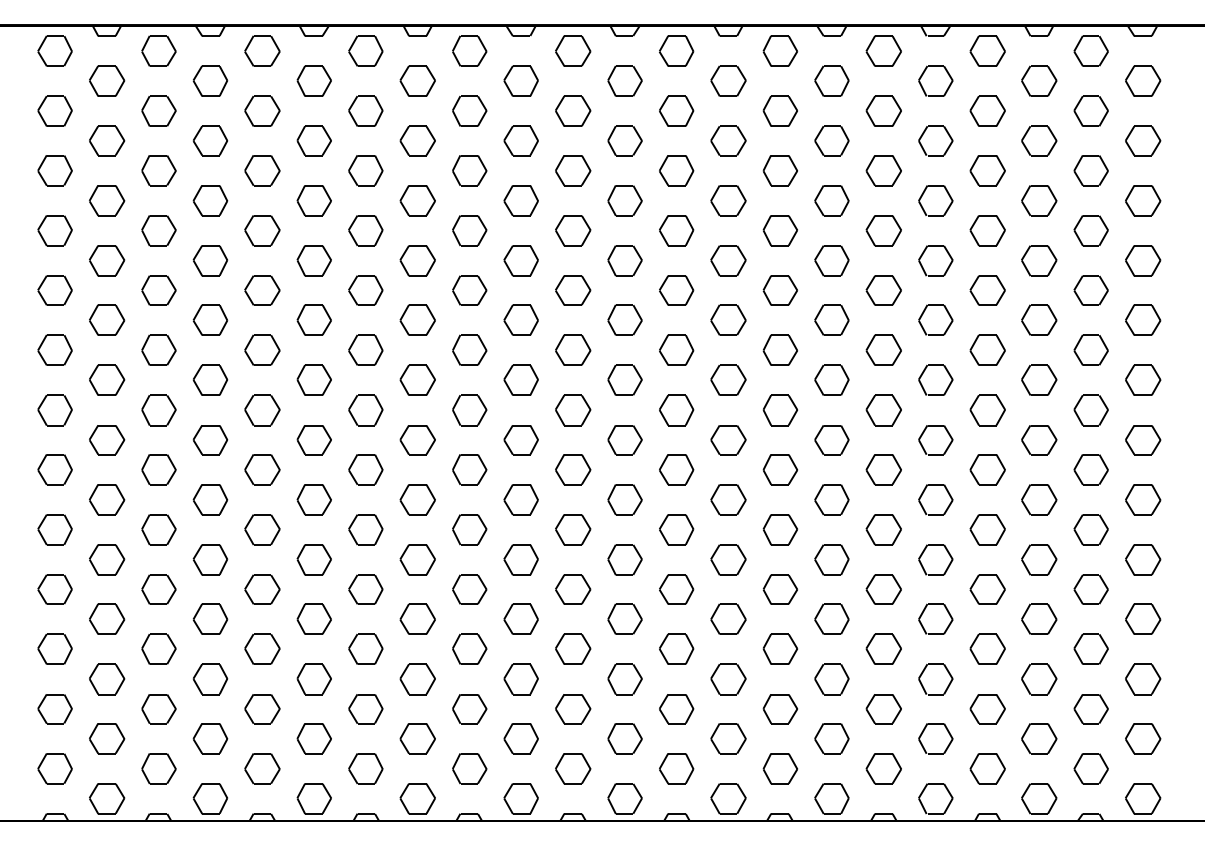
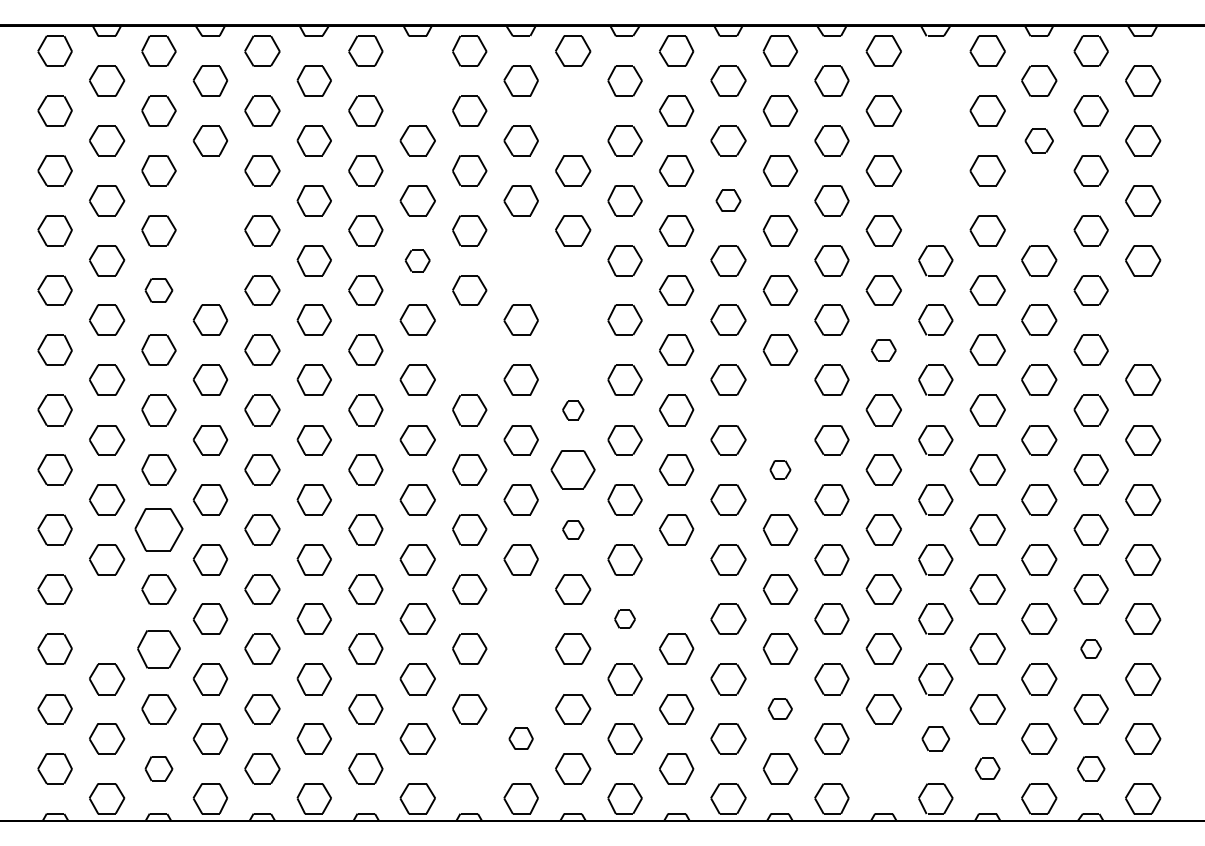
part at (417, 80): present -> none
part at (935, 80): present -> none
part at (573, 110): present -> none
part at (935, 140): present -> none
part at (1039, 140) size: 37x32 px -> 30x26 px
part at (210, 200): present -> none
part at (728, 200) size: 37x32 px -> 27x23 px
part at (935, 200): present -> none
part at (1039, 200): present -> none
part at (210, 260): present -> none
part at (417, 260) size: 37x32 px -> 27x24 px
part at (520, 260): present -> none
part at (158, 290) size: 36x31 px -> 30x25 px
part at (573, 290): present -> none
part at (1143, 319): present -> none
part at (469, 349): present -> none
part at (573, 349): present -> none
part at (883, 349) size: 37x32 px -> 27x23 px
part at (573, 410) size: 37x33 px -> 23x21 px
part at (780, 410): present -> none
part at (573, 469) size: 37x32 px -> 46x40 px
part at (780, 469) size: 37x32 px -> 23x20 px
part at (158, 529) size: 36x32 px -> 50x44 px
part at (573, 529) size: 37x32 px -> 23x20 px
part at (676, 589): present -> none
part at (107, 618): present -> none
part at (520, 618): present -> none
part at (624, 618) size: 36x32 px -> 22x20 px
part at (158, 648) size: 36x32 px -> 44x39 px
part at (1090, 648) size: 36x32 px -> 22x20 px
part at (520, 679): present -> none
part at (779, 709) size: 36x31 px -> 26x22 px
part at (520, 738) size: 36x32 px -> 26x23 px
part at (935, 738) size: 36x32 px -> 30x26 px
part at (158, 768) size: 36x32 px -> 30x26 px
part at (469, 768): present -> none
part at (883, 768): present -> none
part at (987, 768) size: 37x32 px -> 27x23 px
part at (1090, 768) size: 36x32 px -> 29x26 px
